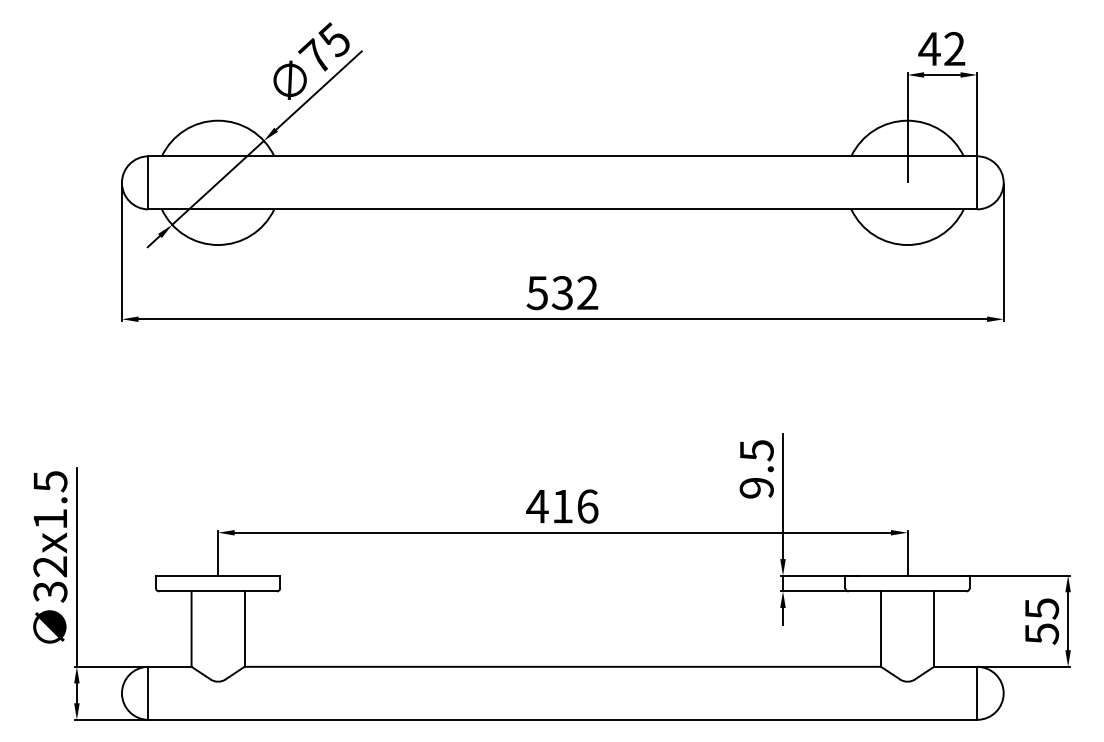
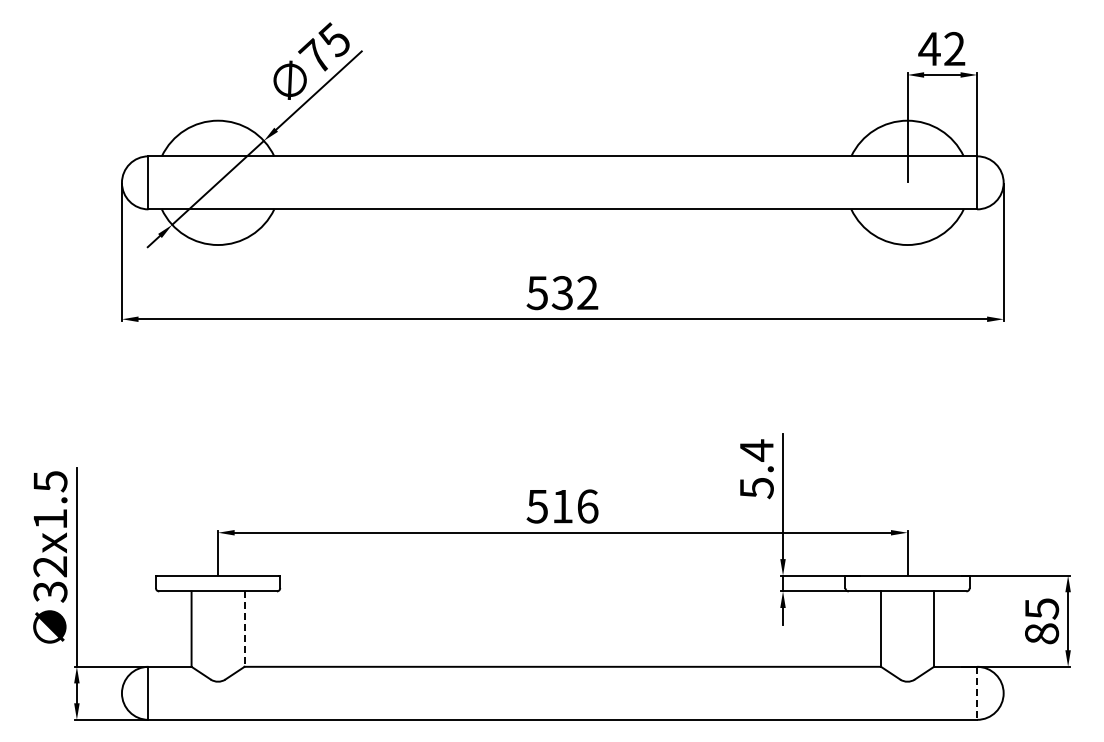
text at (756, 469): 9.5 -> 5.4
text at (537, 506): 416 -> 516
line at (244, 629): solid -> dashed
text at (1042, 633): 55 -> 85
line at (977, 693): solid -> dashed
